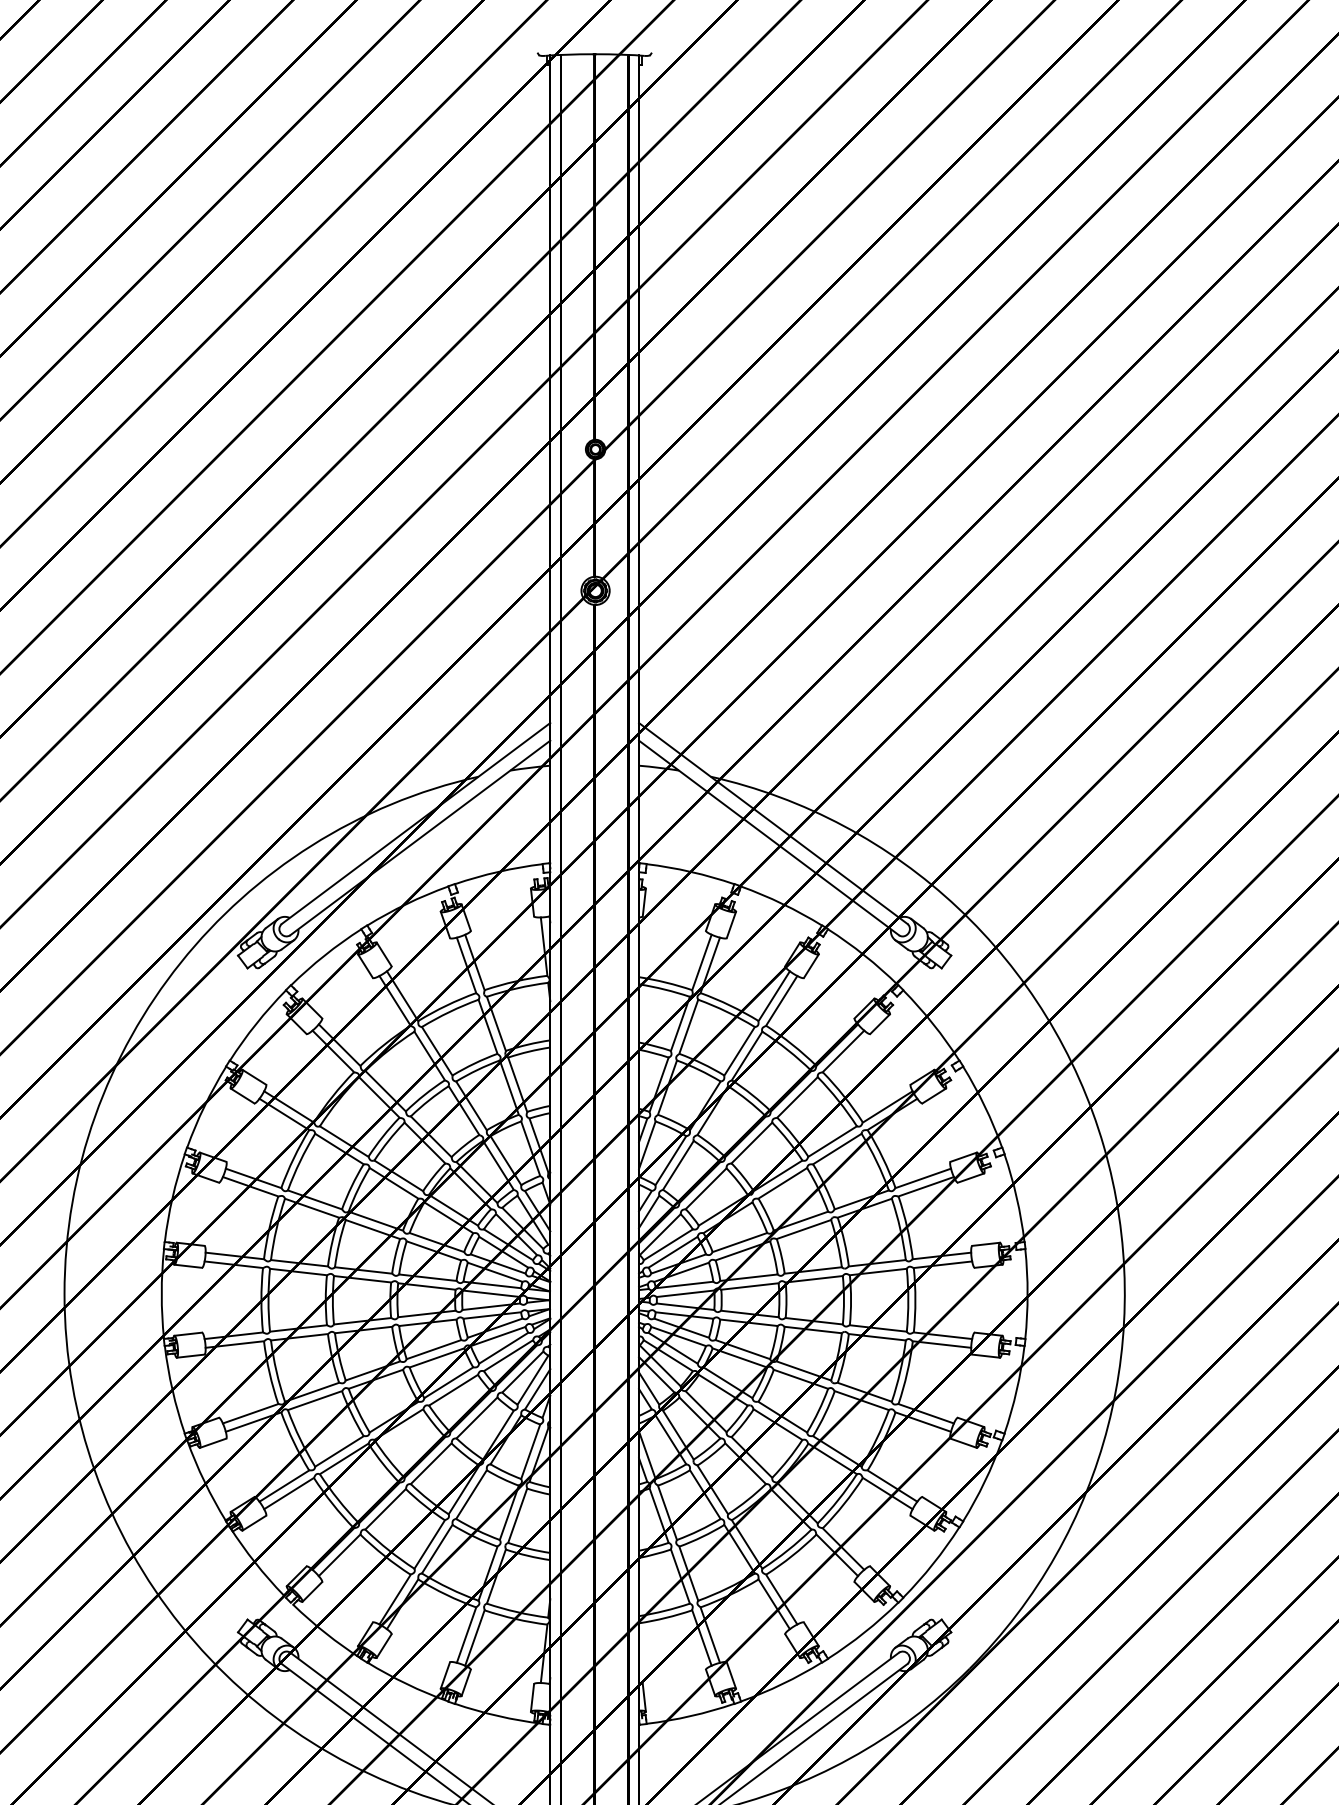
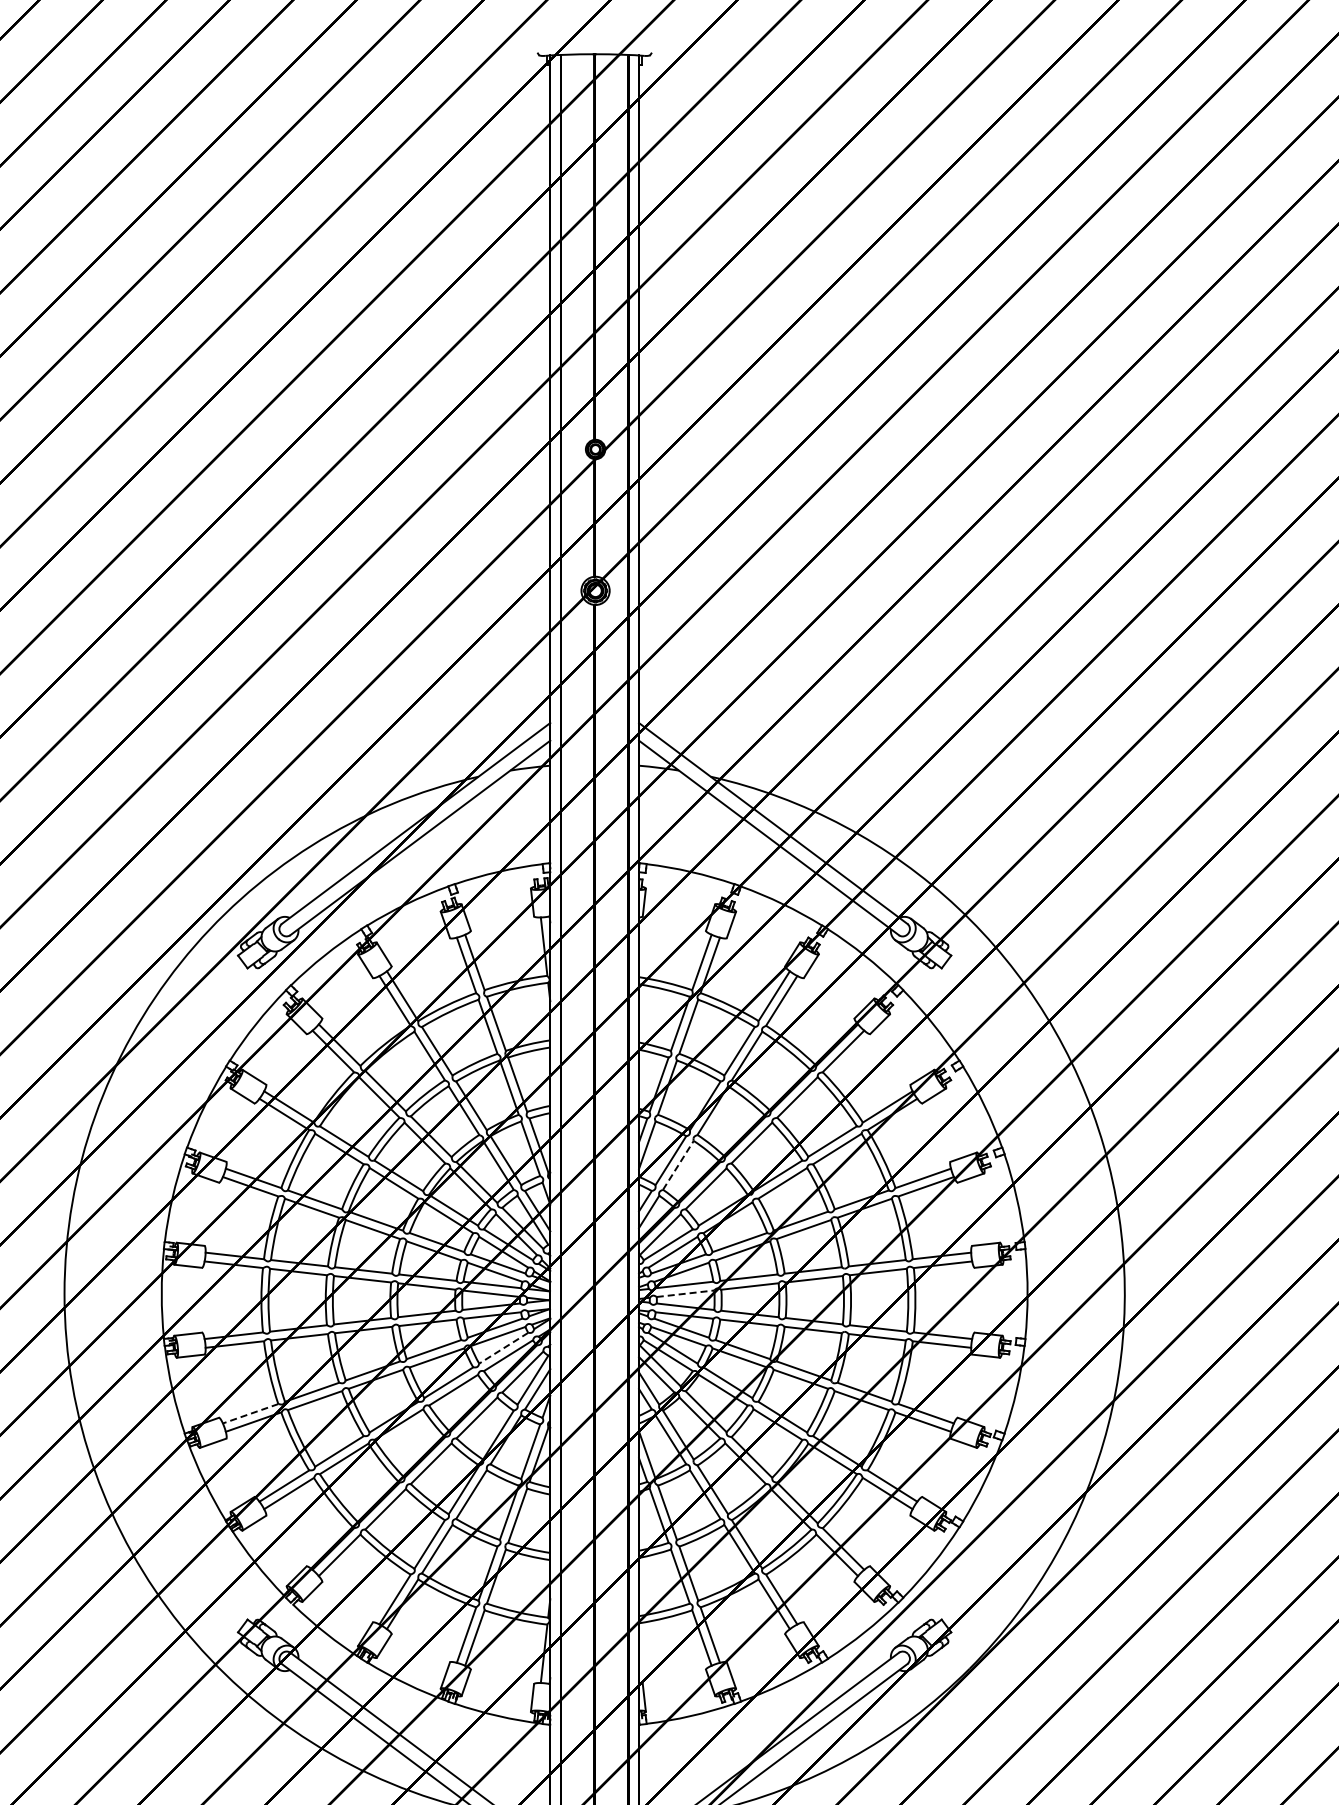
line at (678, 1165): solid -> dashed
line at (685, 1293): solid -> dashed
line at (503, 1348): solid -> dashed
line at (250, 1413): solid -> dashed
